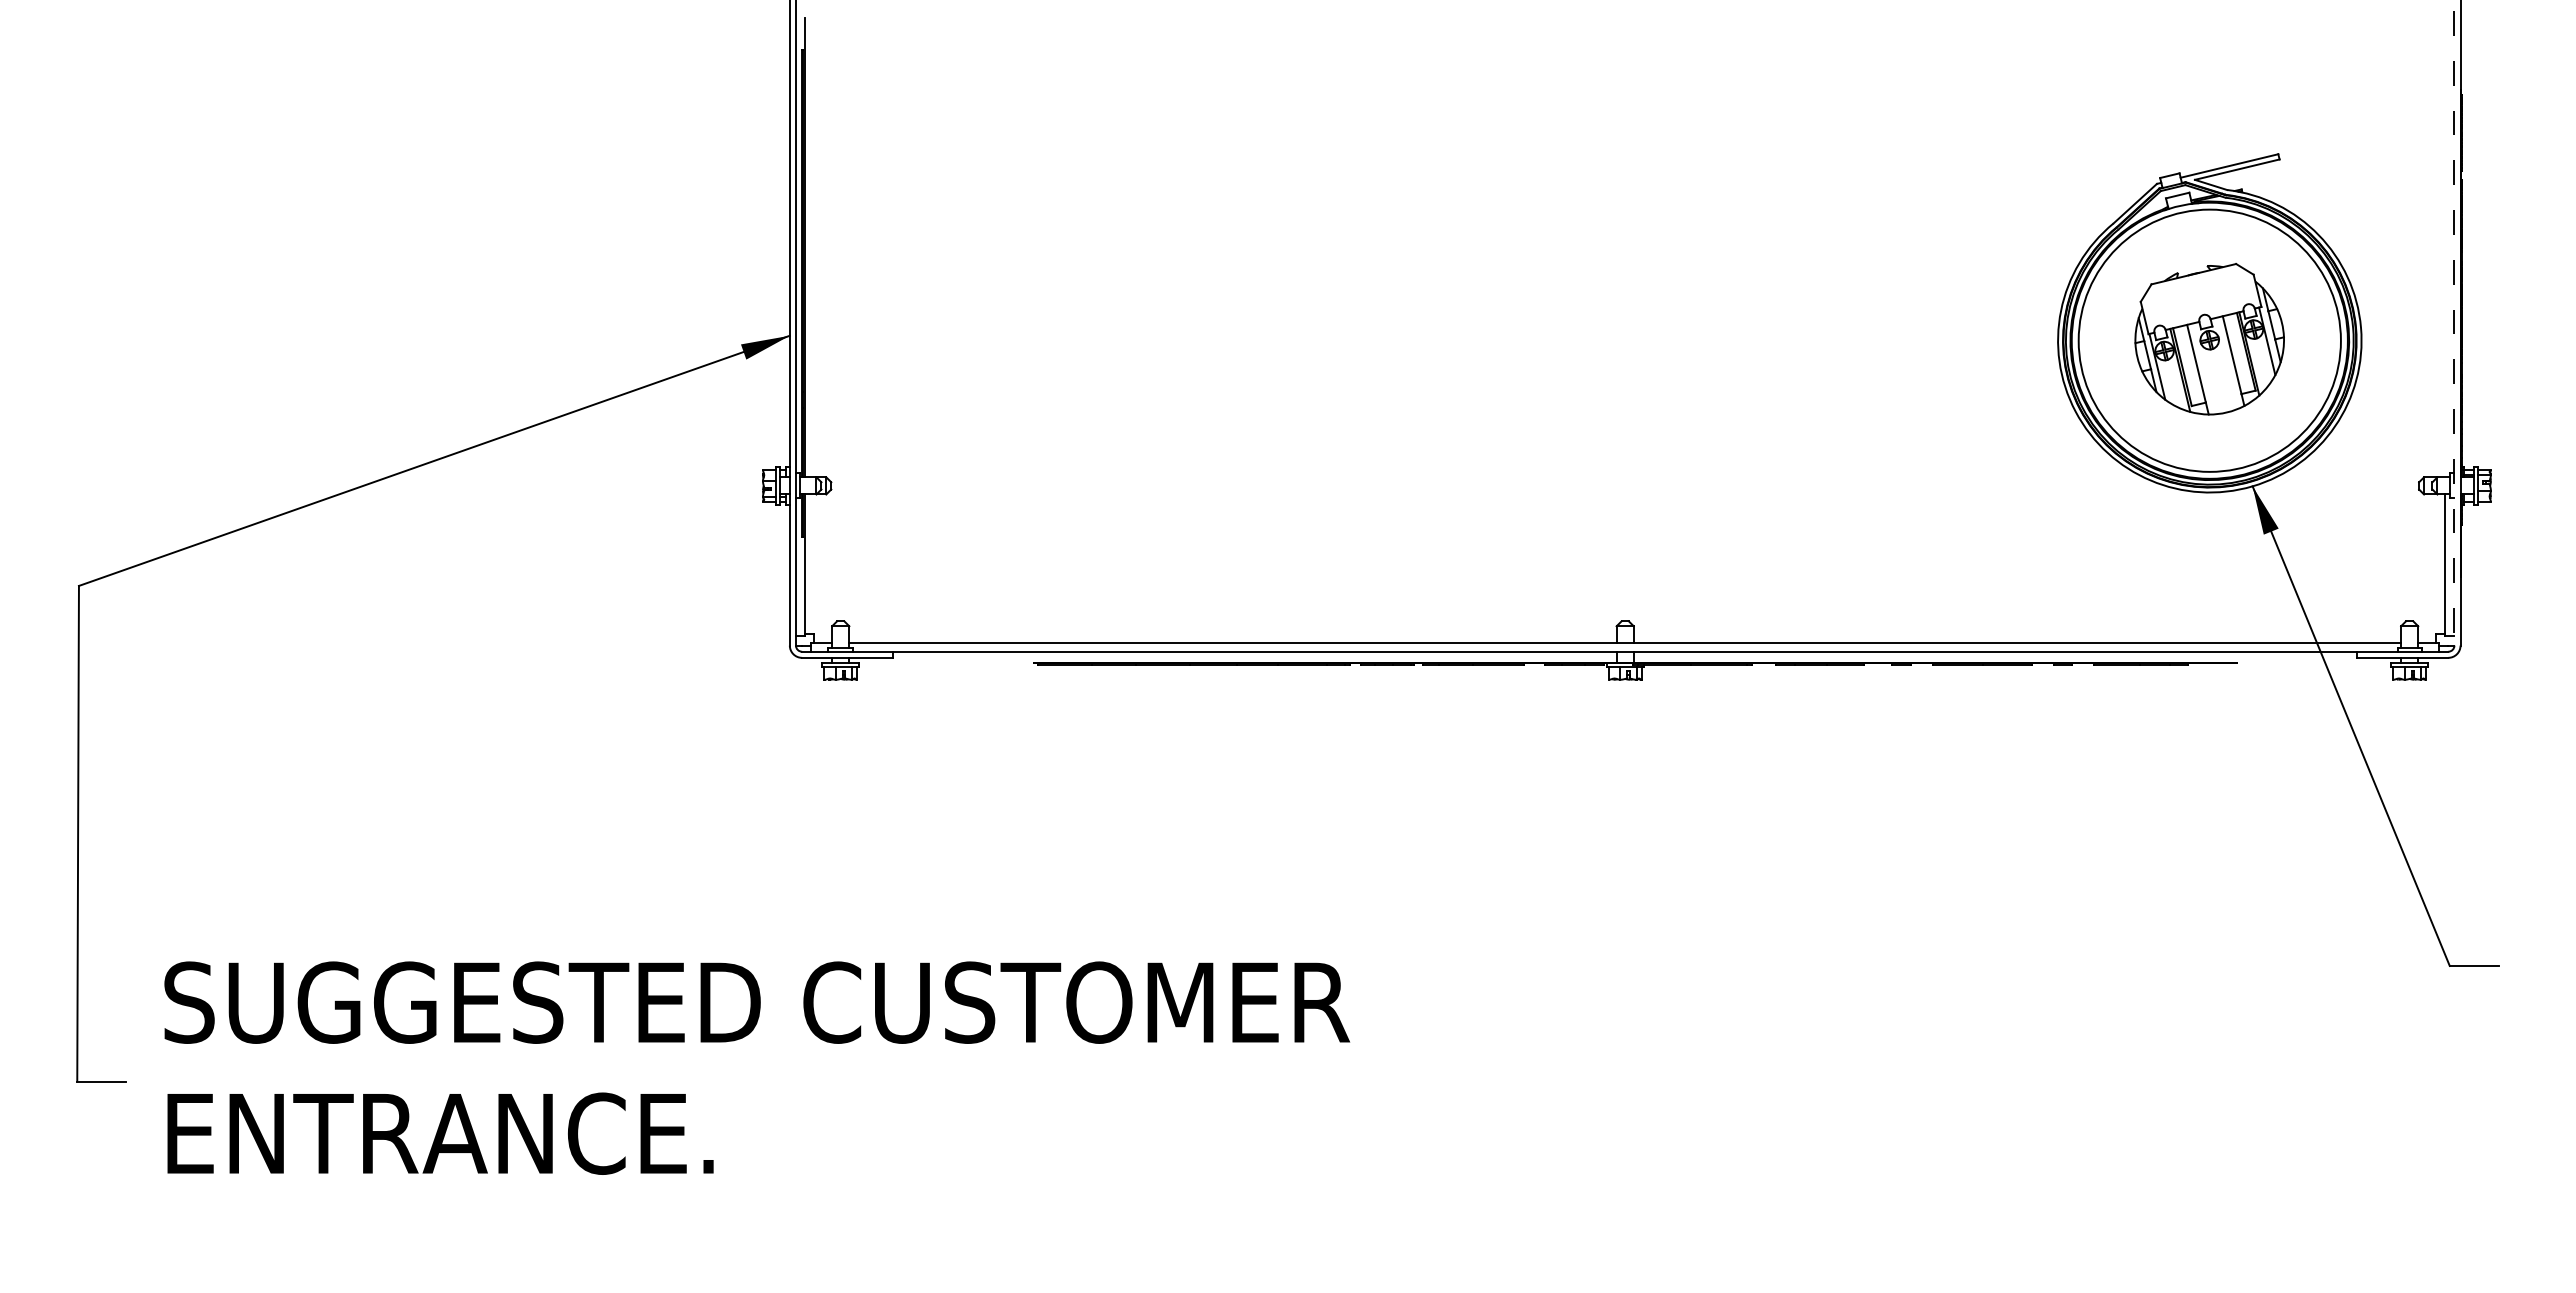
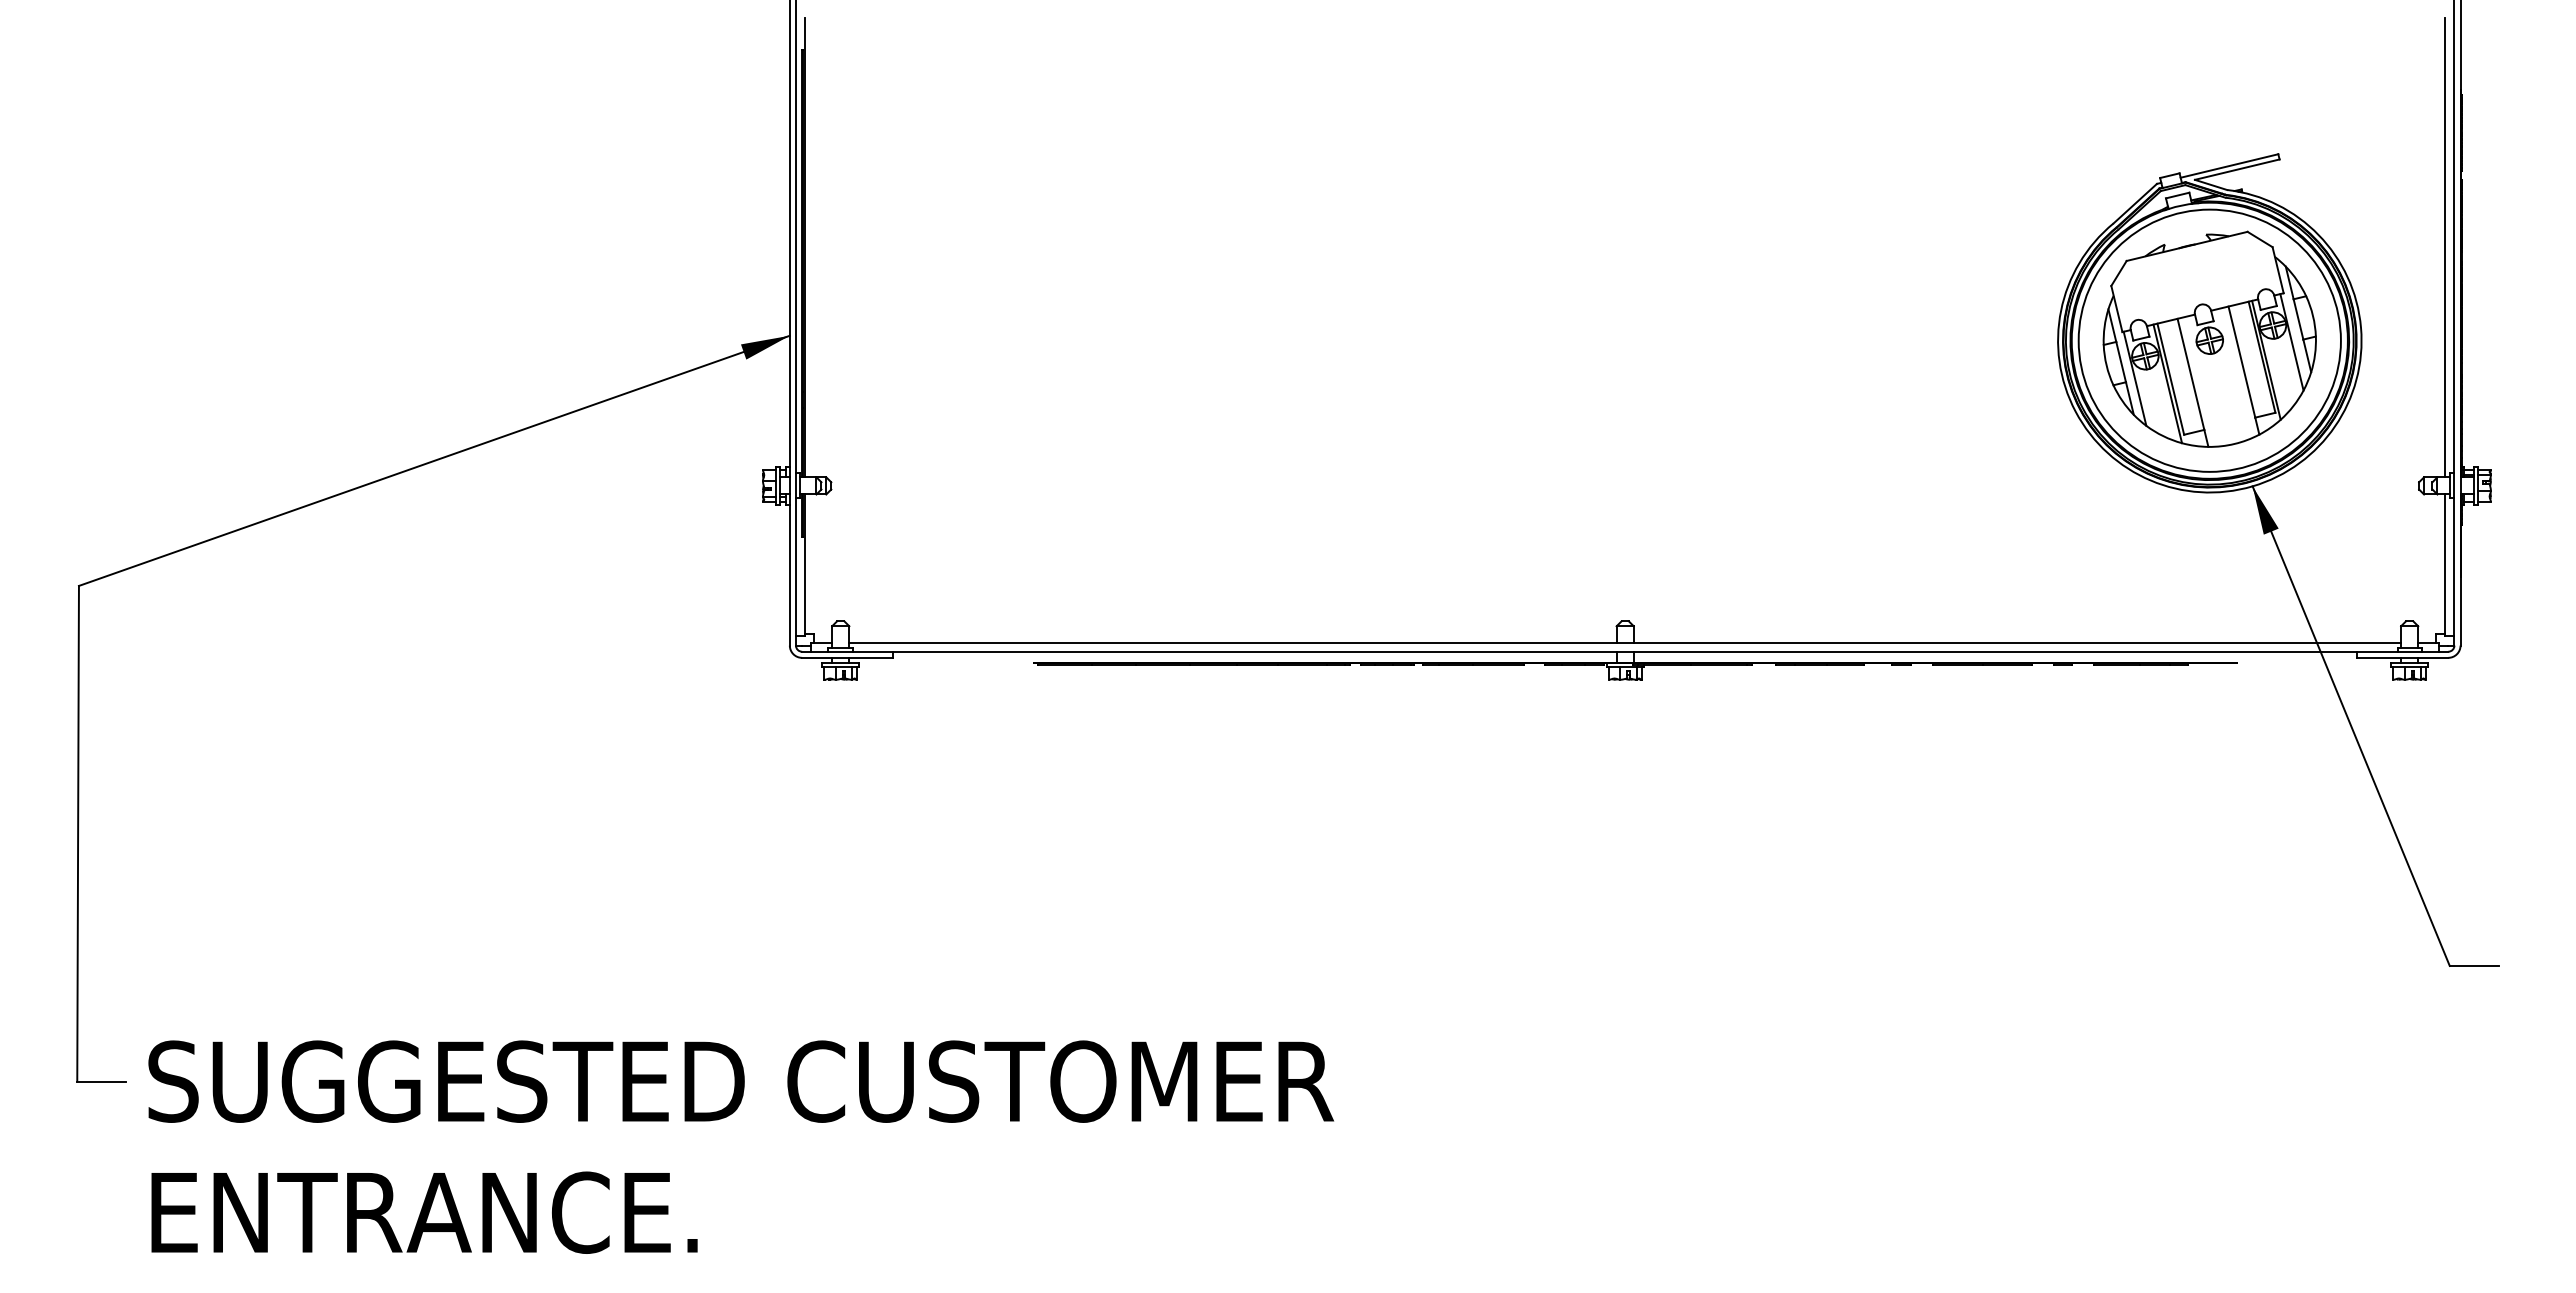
line at (2445, 247): none -> present
line at (2454, 323): dashed -> solid
part at (2209, 339) size: 151x153 px -> 215x218 px
text at (757, 1067) position: (757, 1067) -> (741, 1146)
